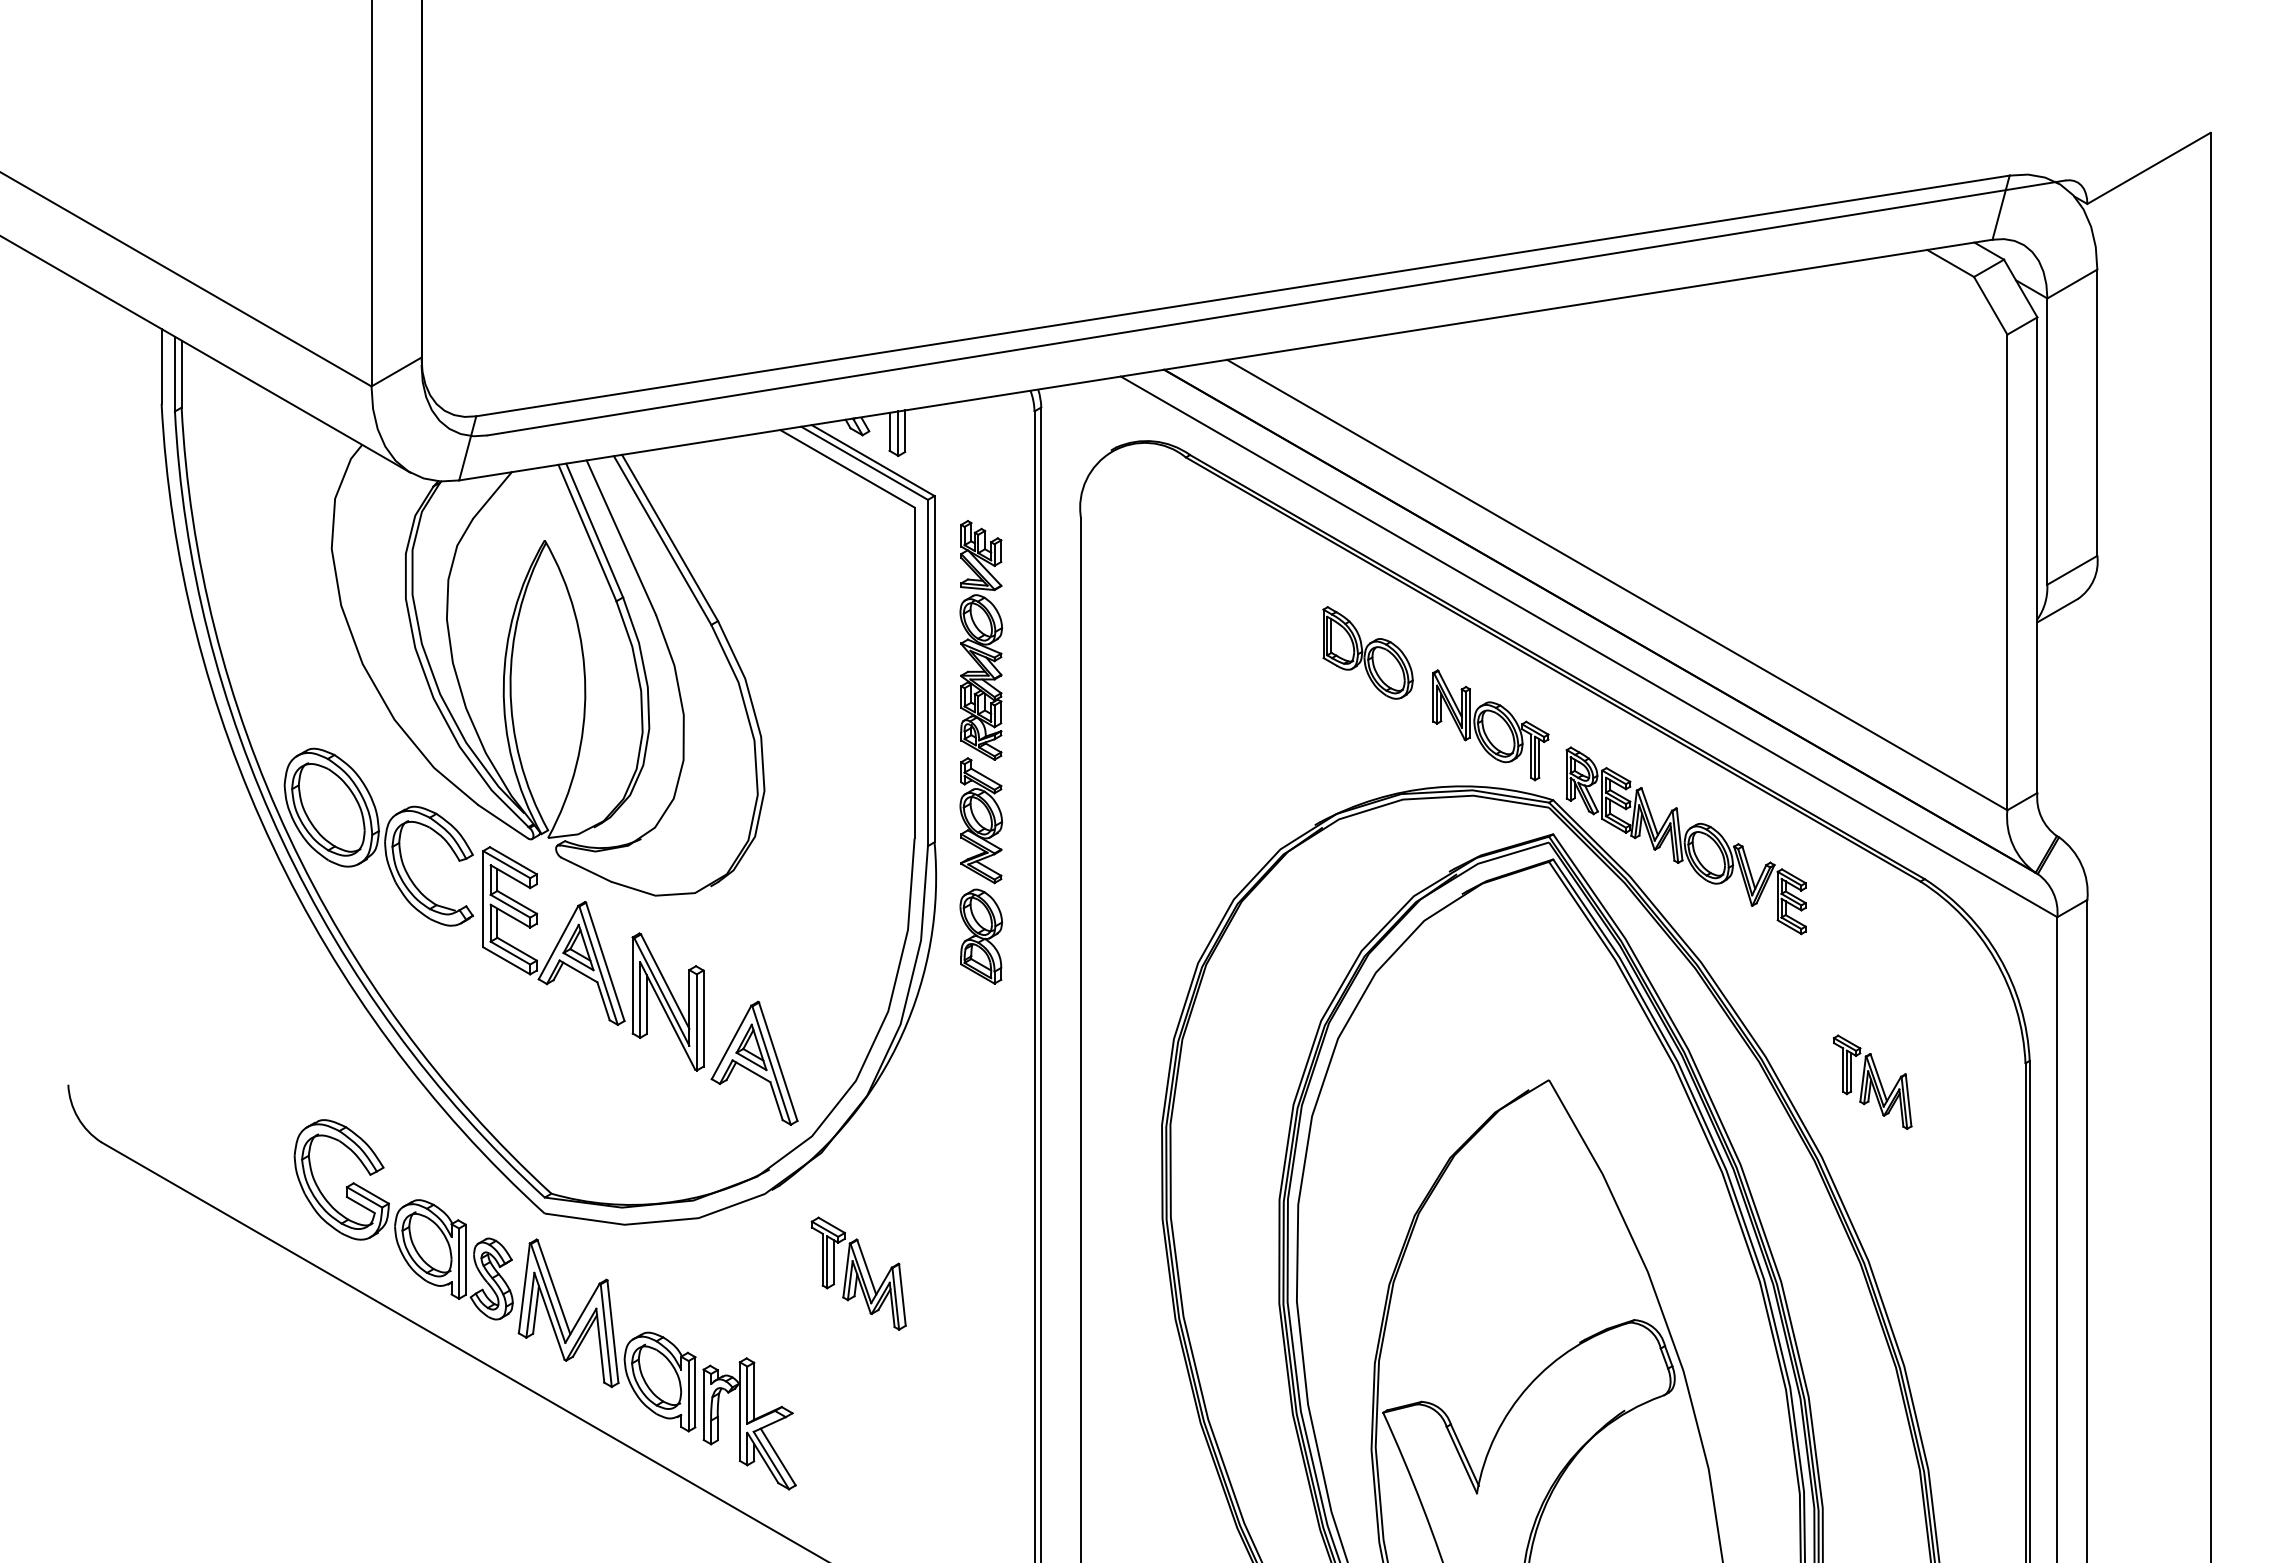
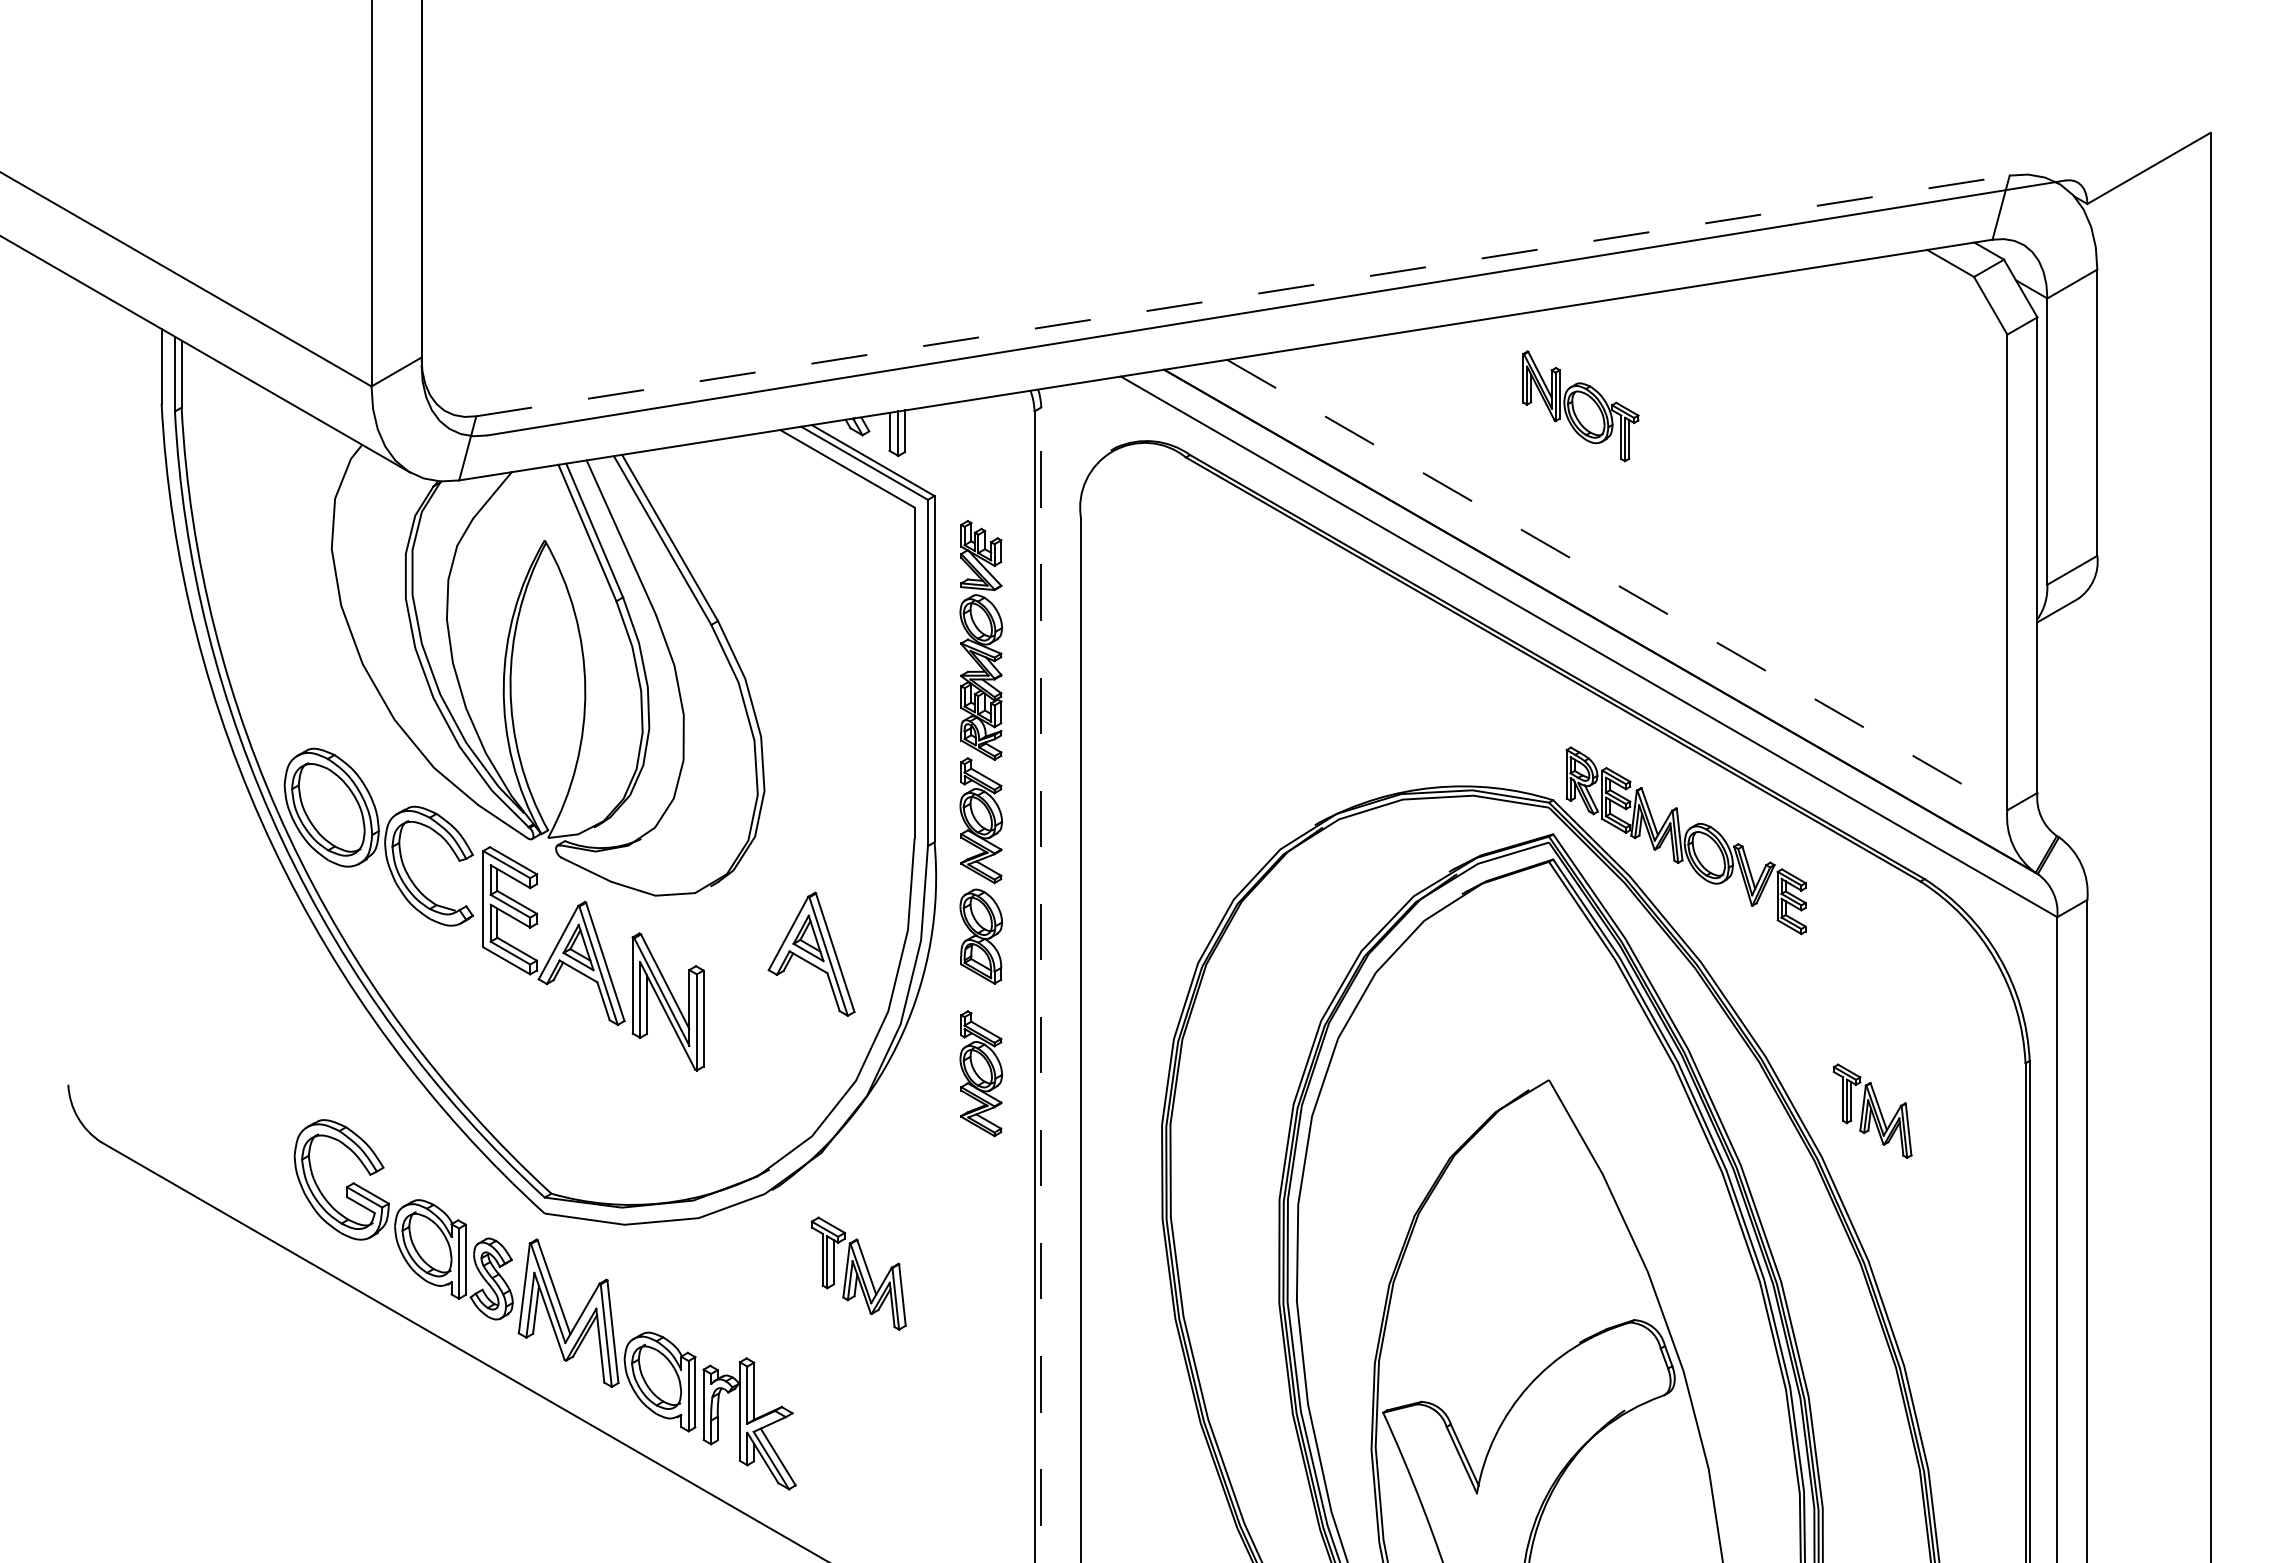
line at (1243, 295): solid -> dashed
line at (1617, 585): solid -> dashed
part at (1367, 652): present -> none
part at (1490, 725) position: (1490, 725) -> (1580, 406)
line at (1041, 985): solid -> dashed
part at (754, 1062) position: (754, 1062) -> (811, 953)
part at (981, 1073): none -> present
part at (1872, 1081) position: (1872, 1081) -> (1872, 1110)
